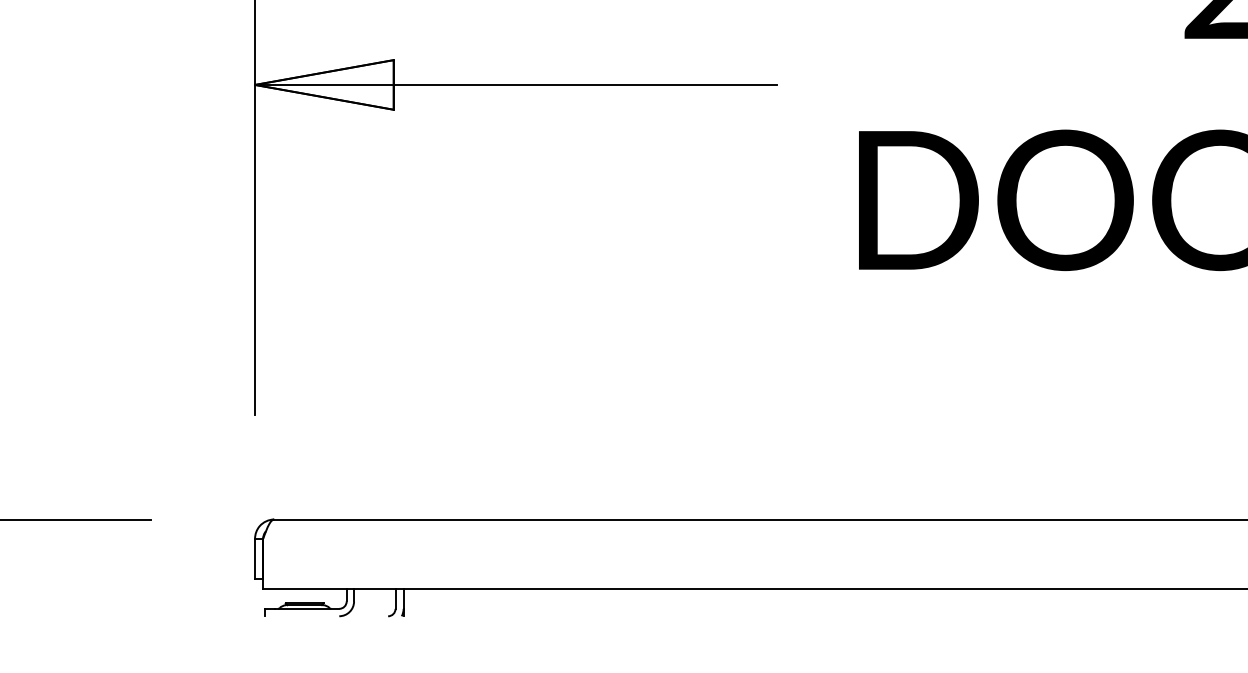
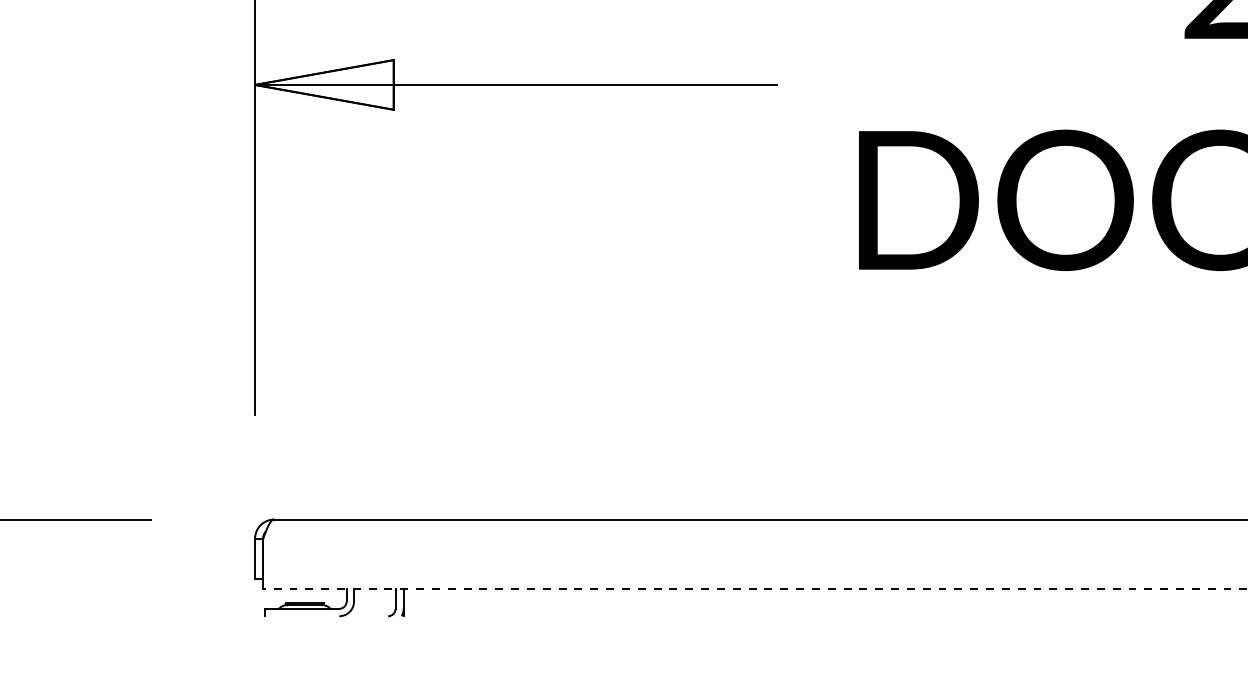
line at (755, 588): solid -> dashed
